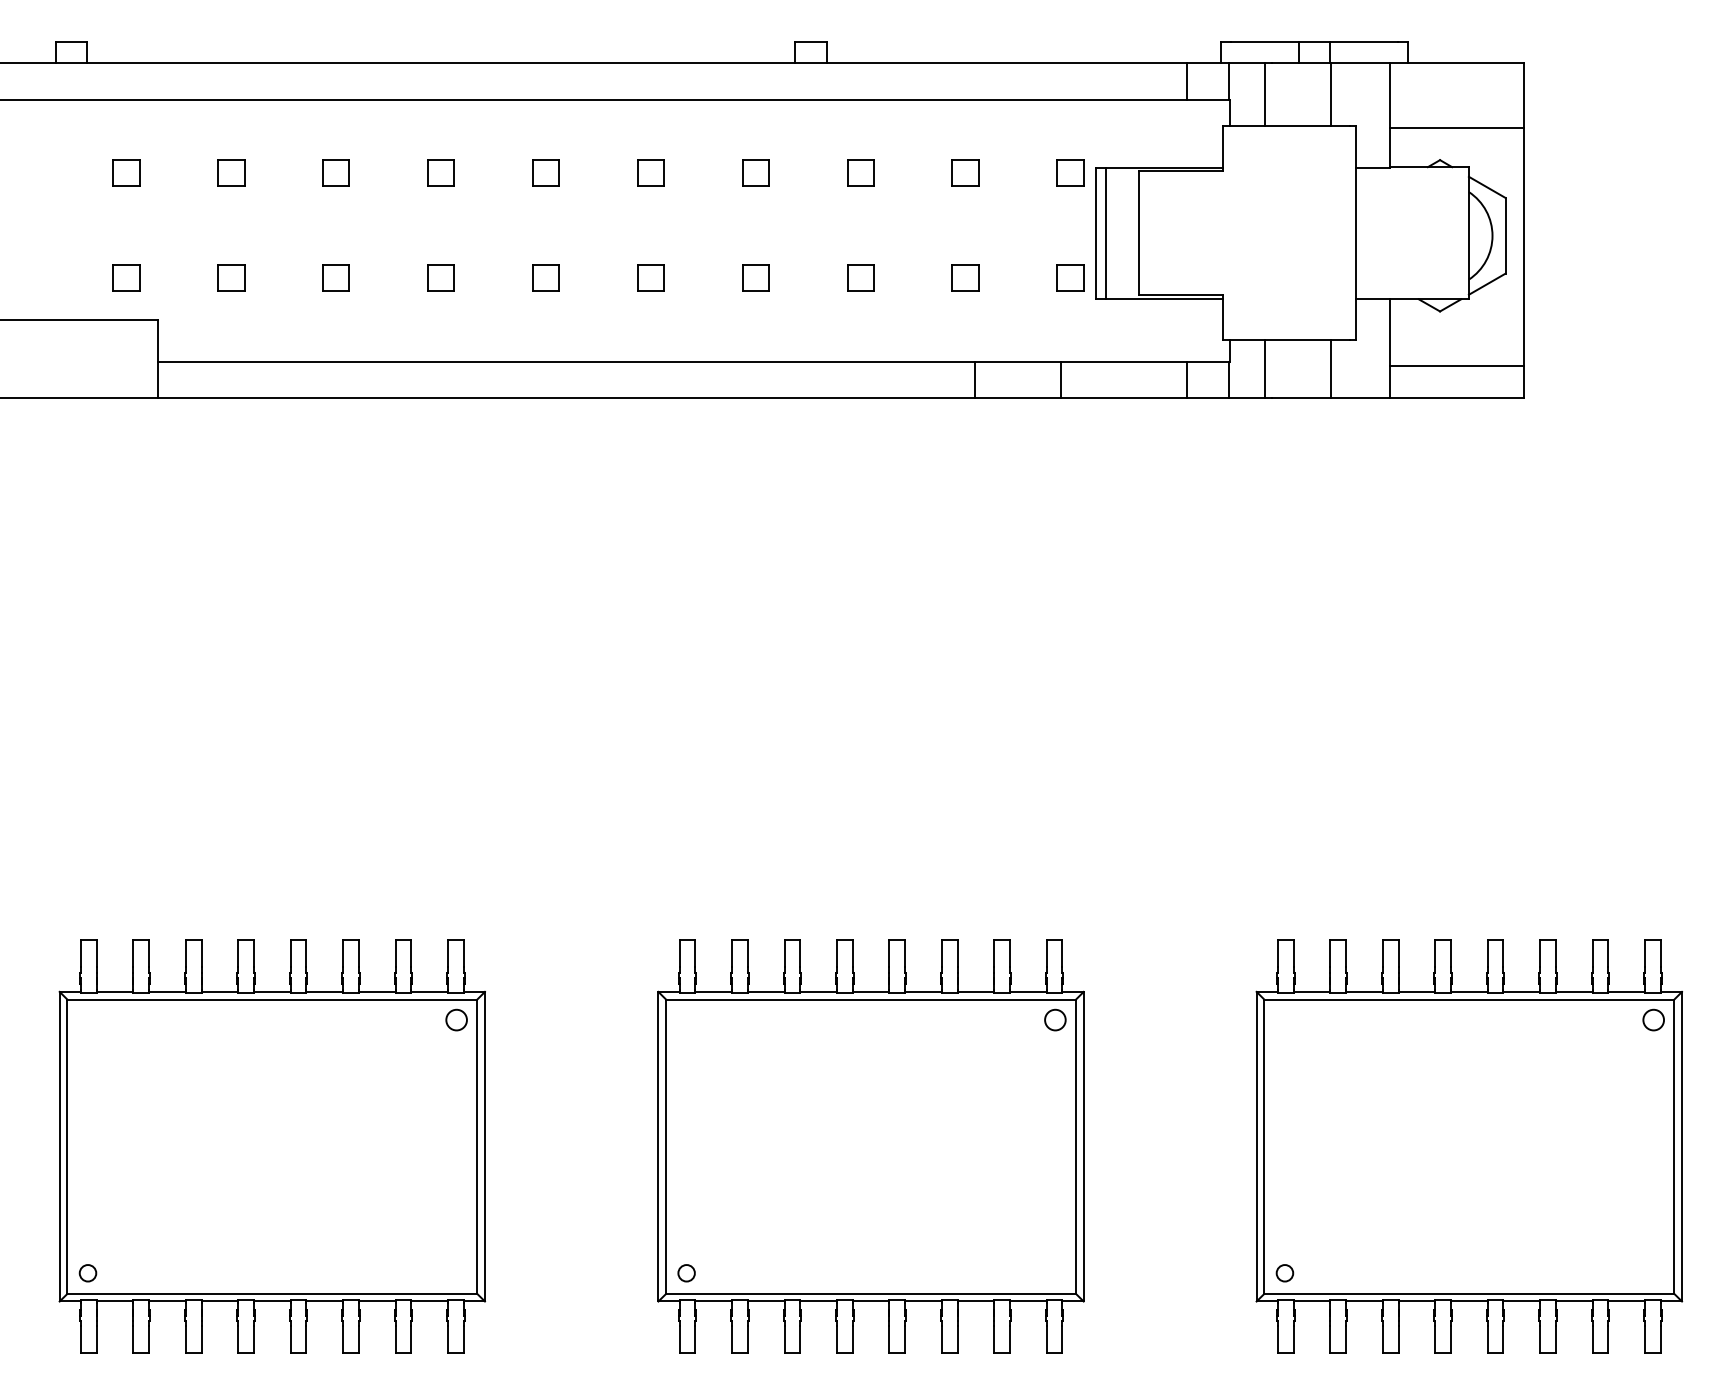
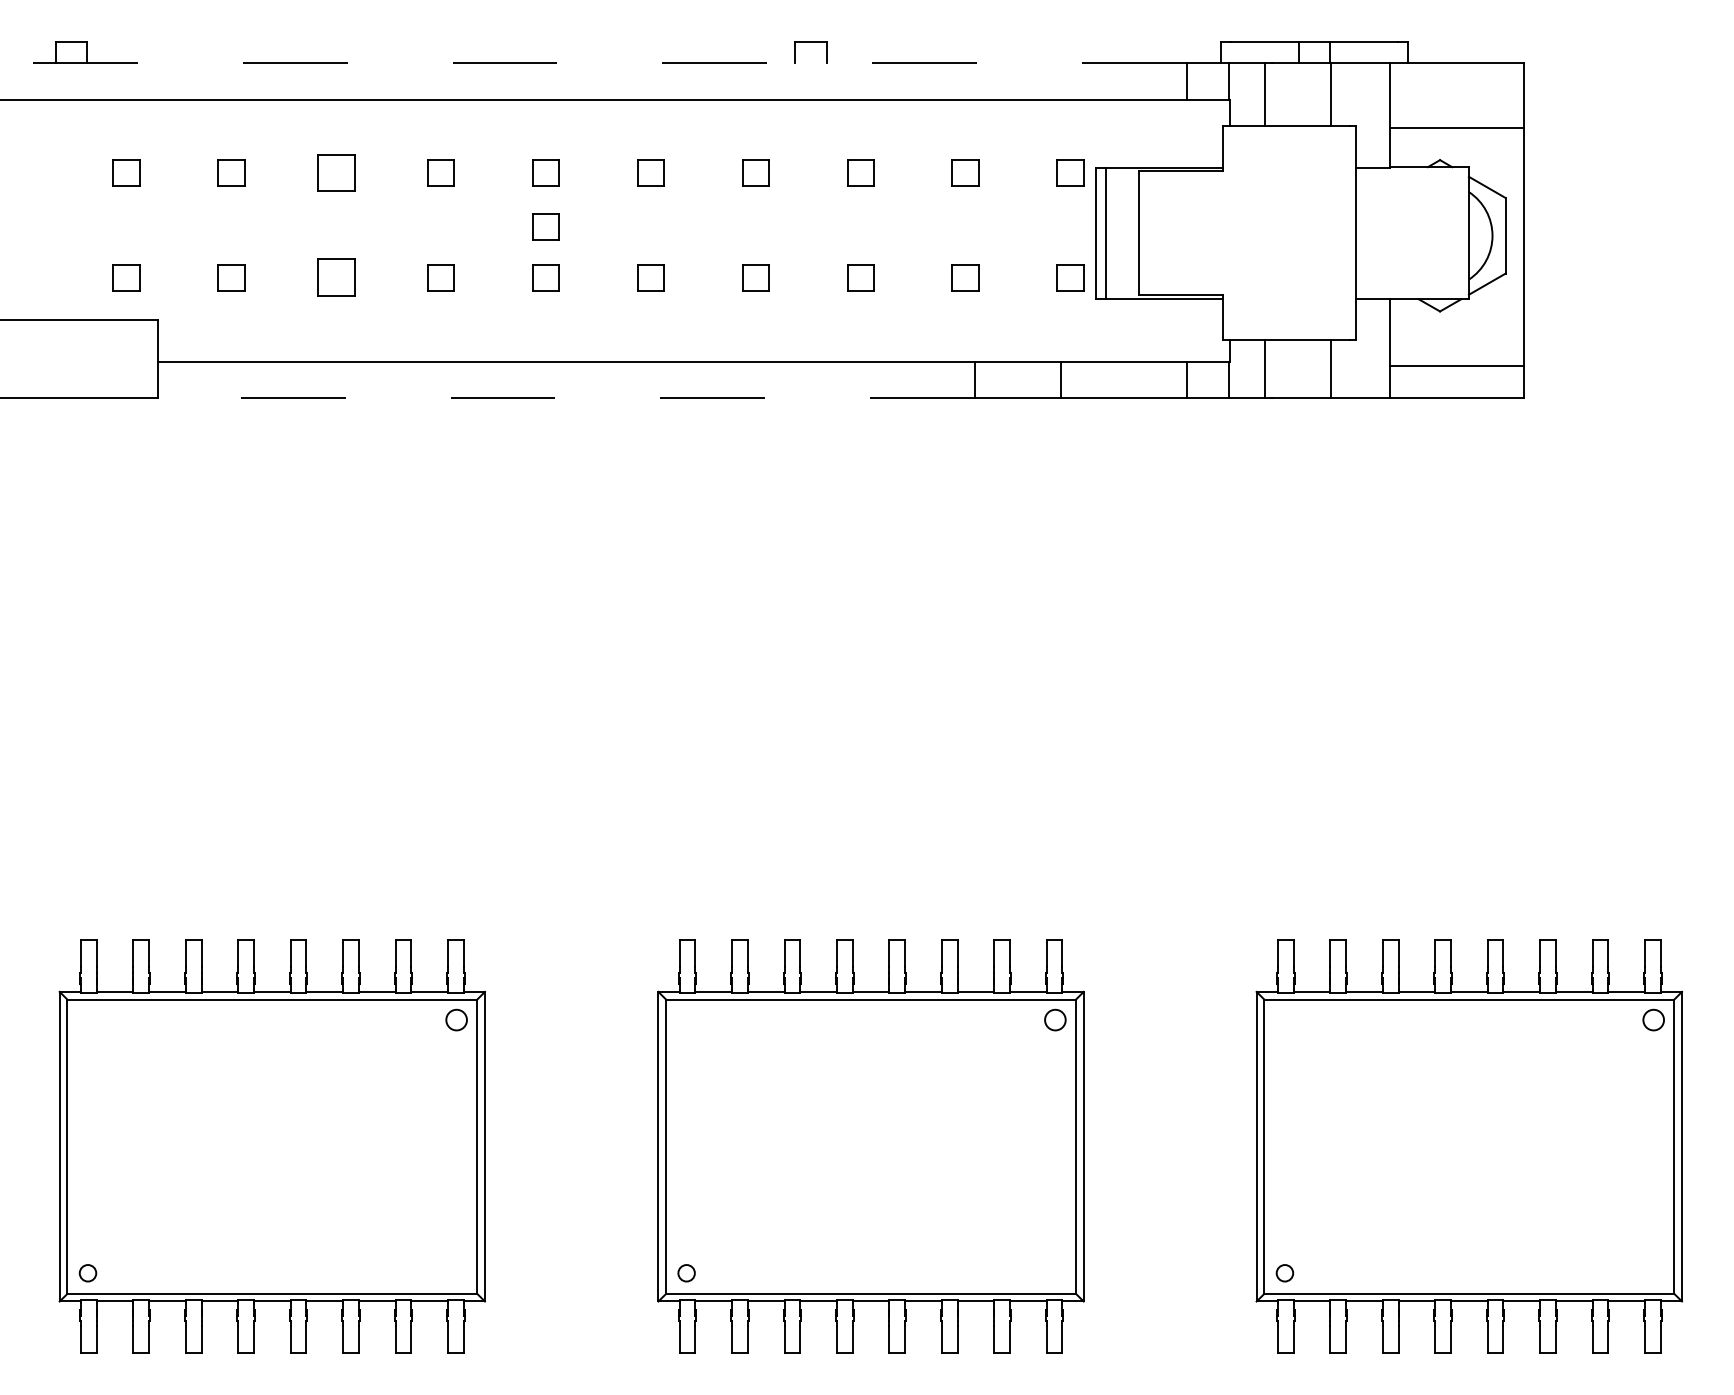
line at (592, 62): solid -> dashed
part at (335, 172) size: 28x28 px -> 39x38 px
part at (545, 226): none -> present
part at (335, 277) size: 28x28 px -> 39x39 px
line at (565, 398): solid -> dashed
